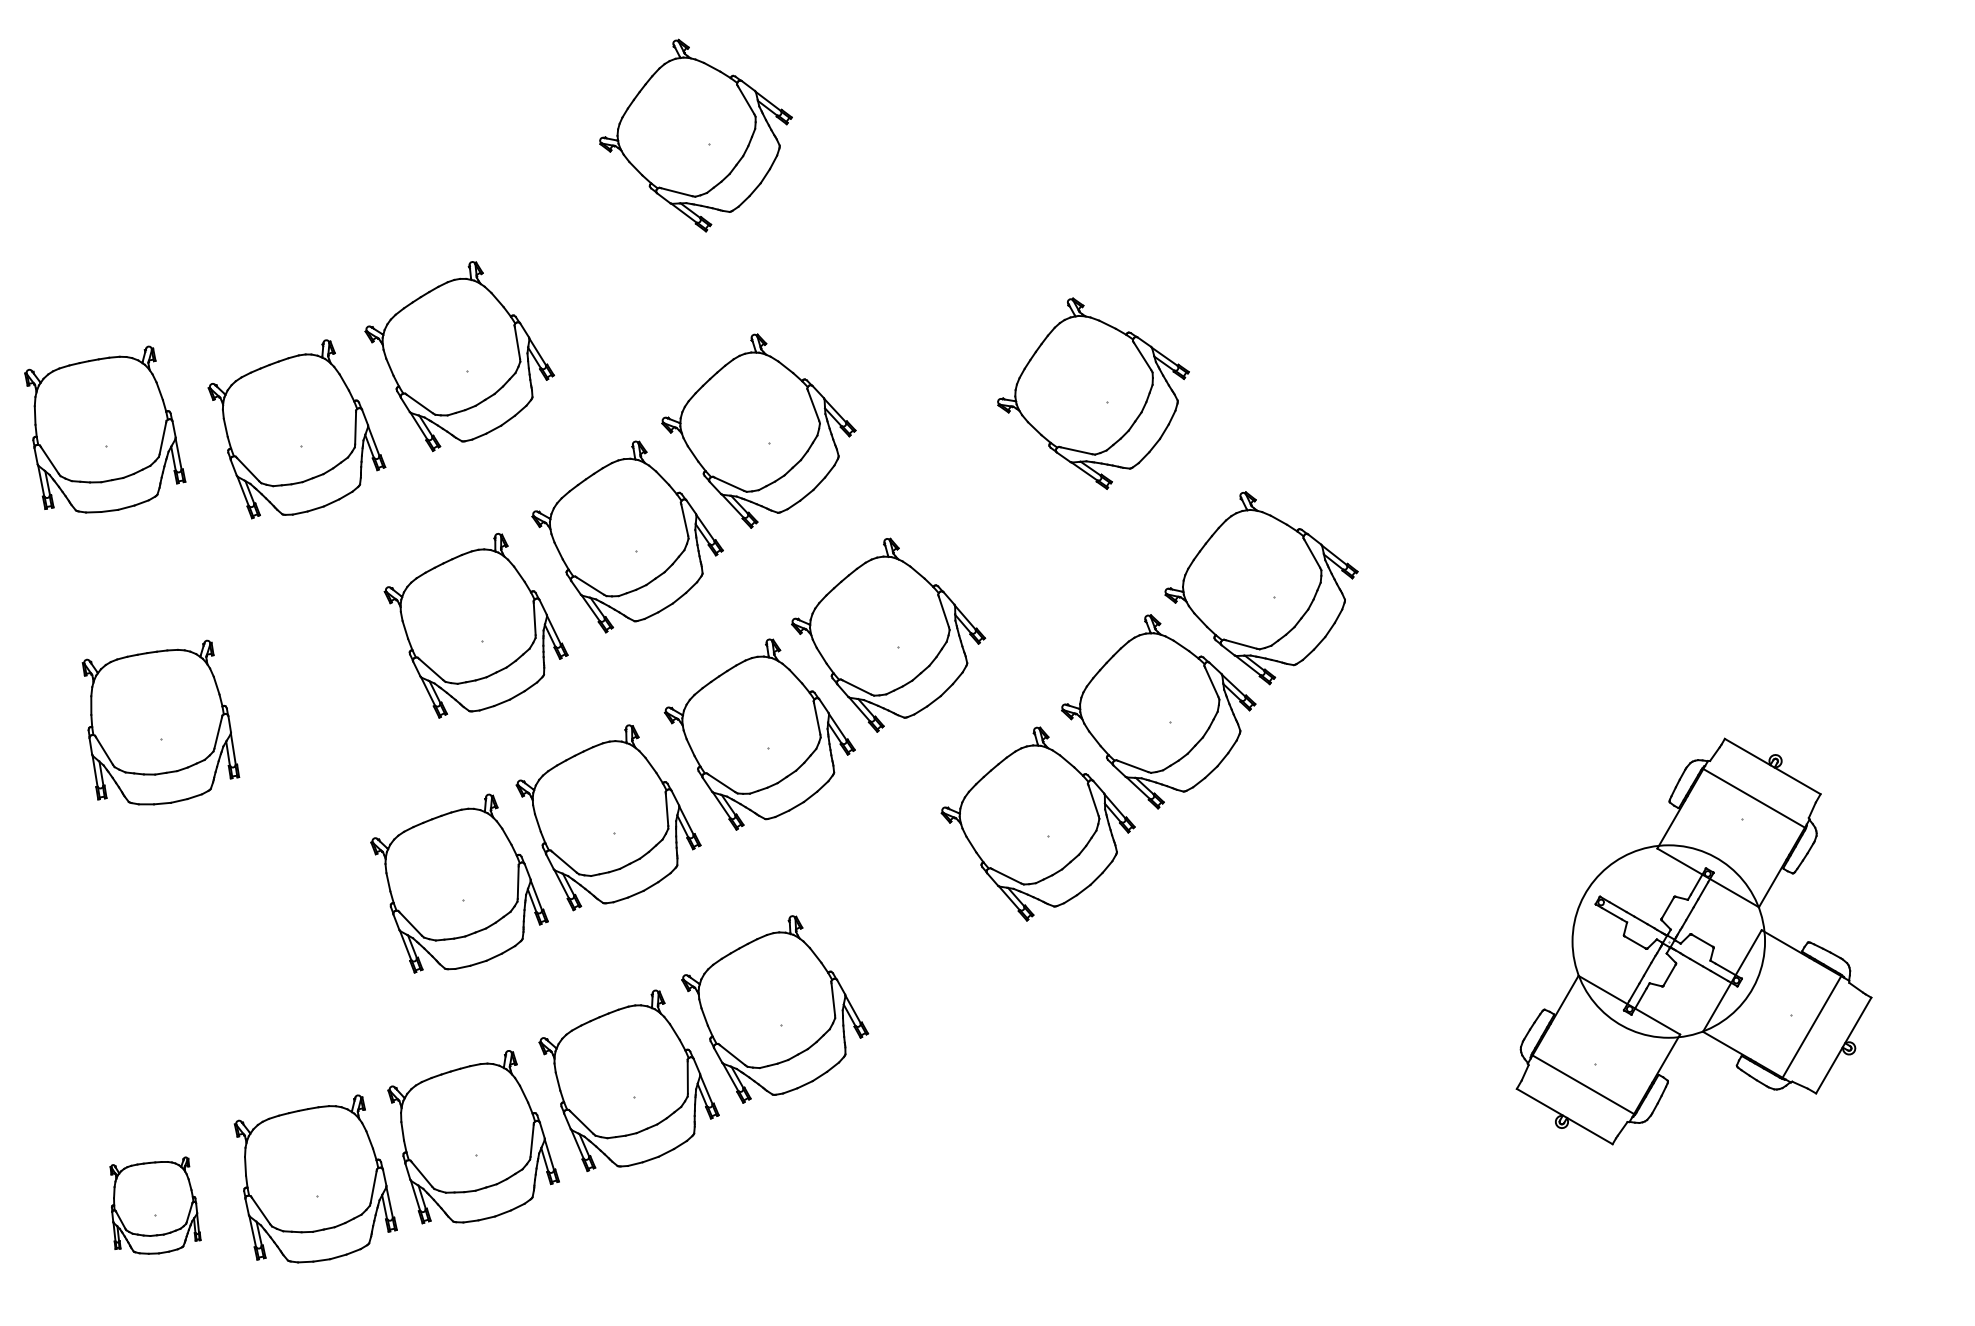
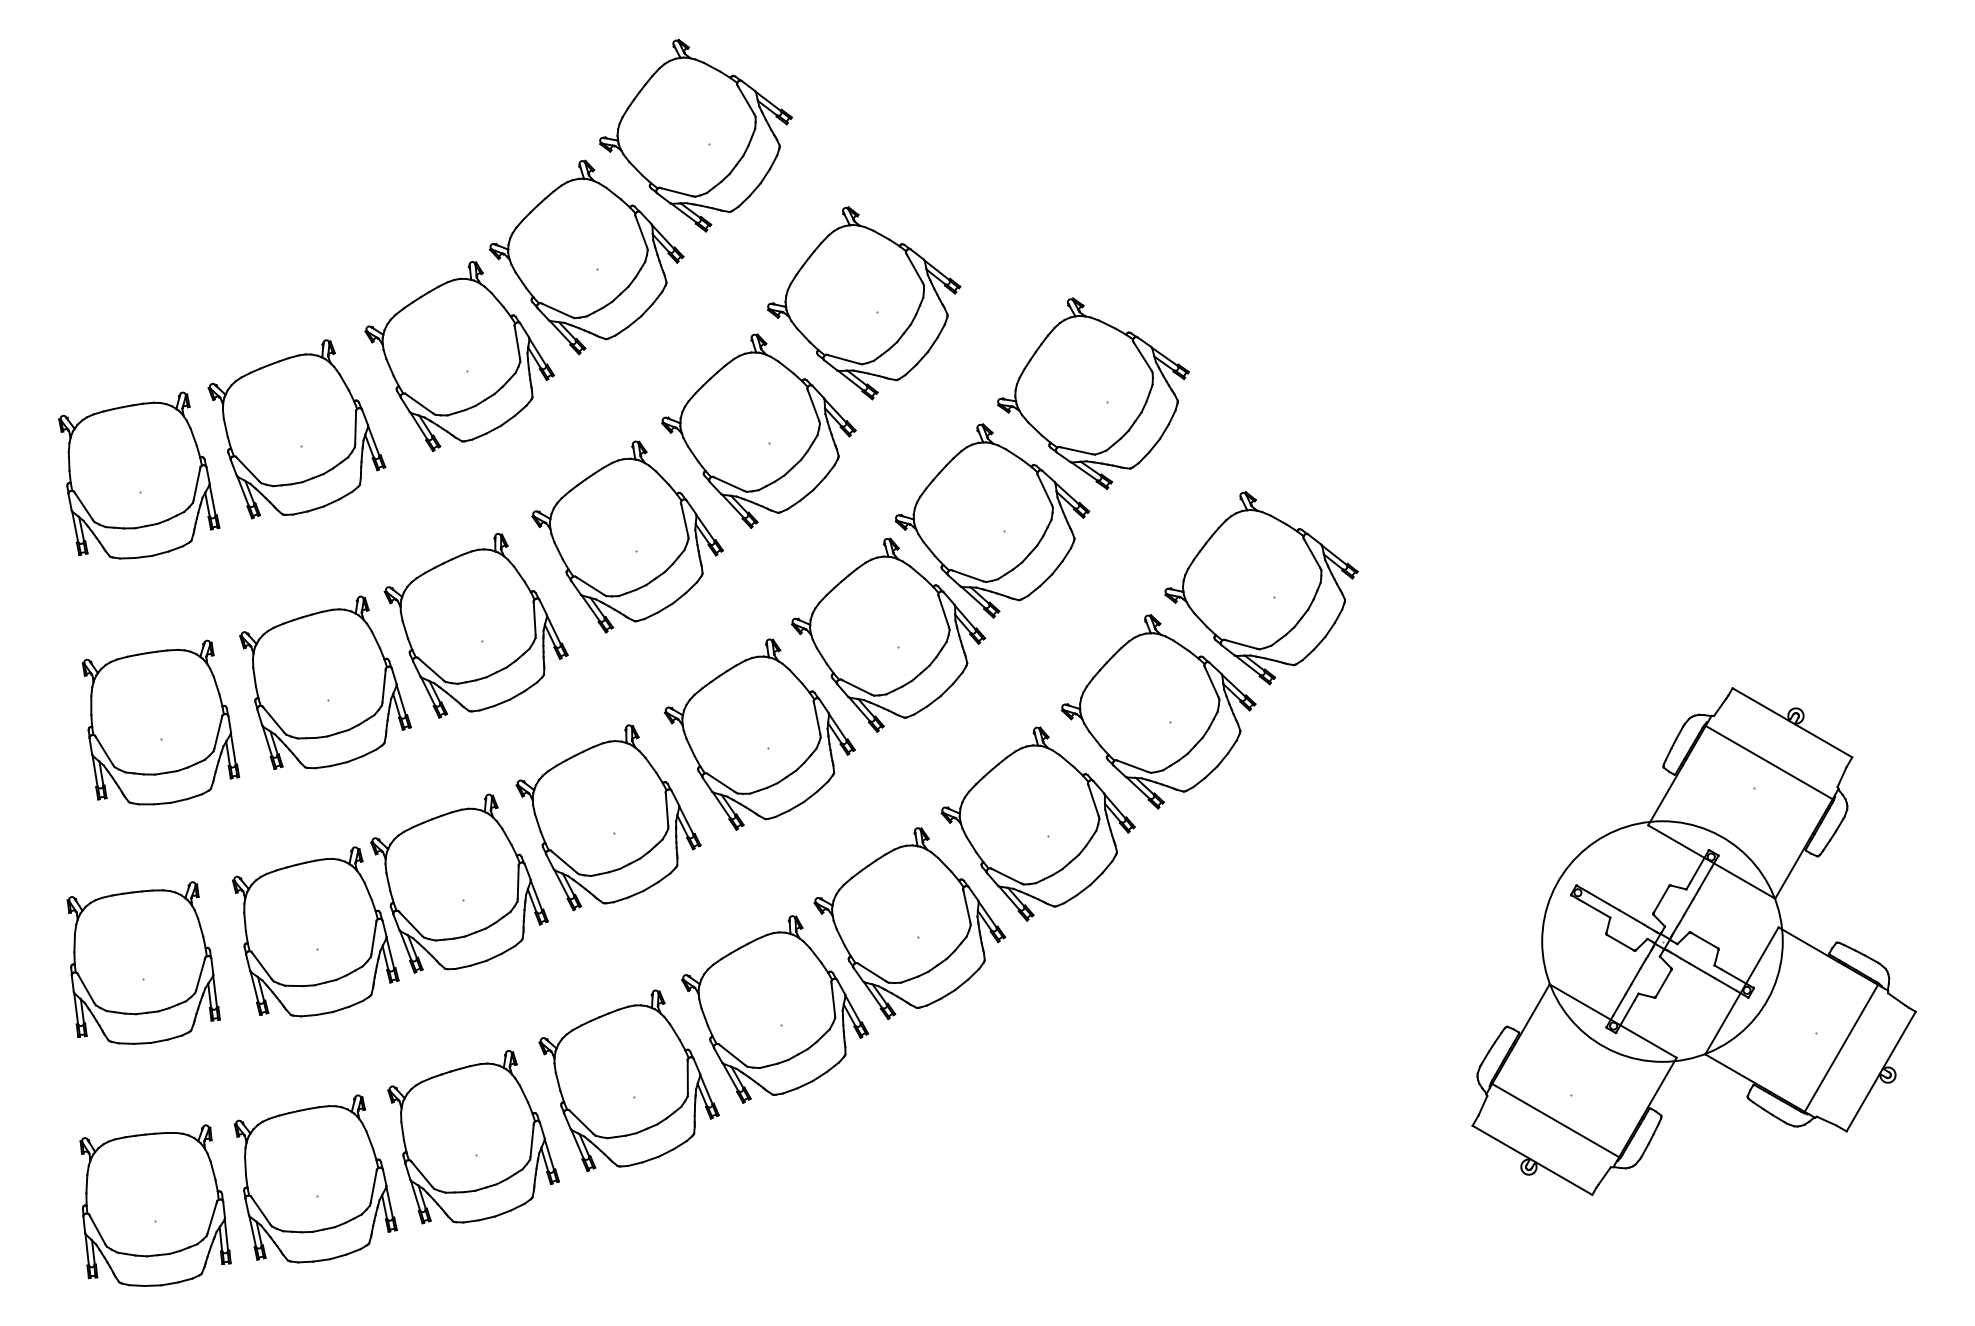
part at (586, 257): none -> present
part at (864, 303): none -> present
part at (105, 429) position: (105, 429) -> (139, 475)
part at (992, 520): none -> present
part at (325, 682): none -> present
part at (909, 923): none -> present
part at (315, 931): none -> present
part at (1693, 941) size: 358x409 px -> 446x509 px
part at (143, 962): none -> present
part at (155, 1205) size: 93x99 px -> 153x163 px
